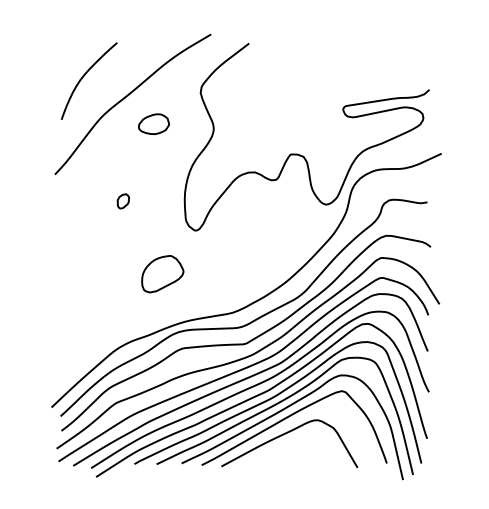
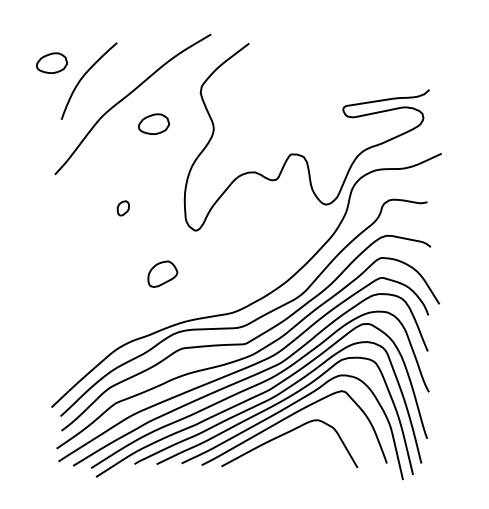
part at (51, 62): none -> present
part at (122, 201) position: (122, 201) -> (122, 208)
part at (162, 274) size: 44x39 px -> 32x28 px
